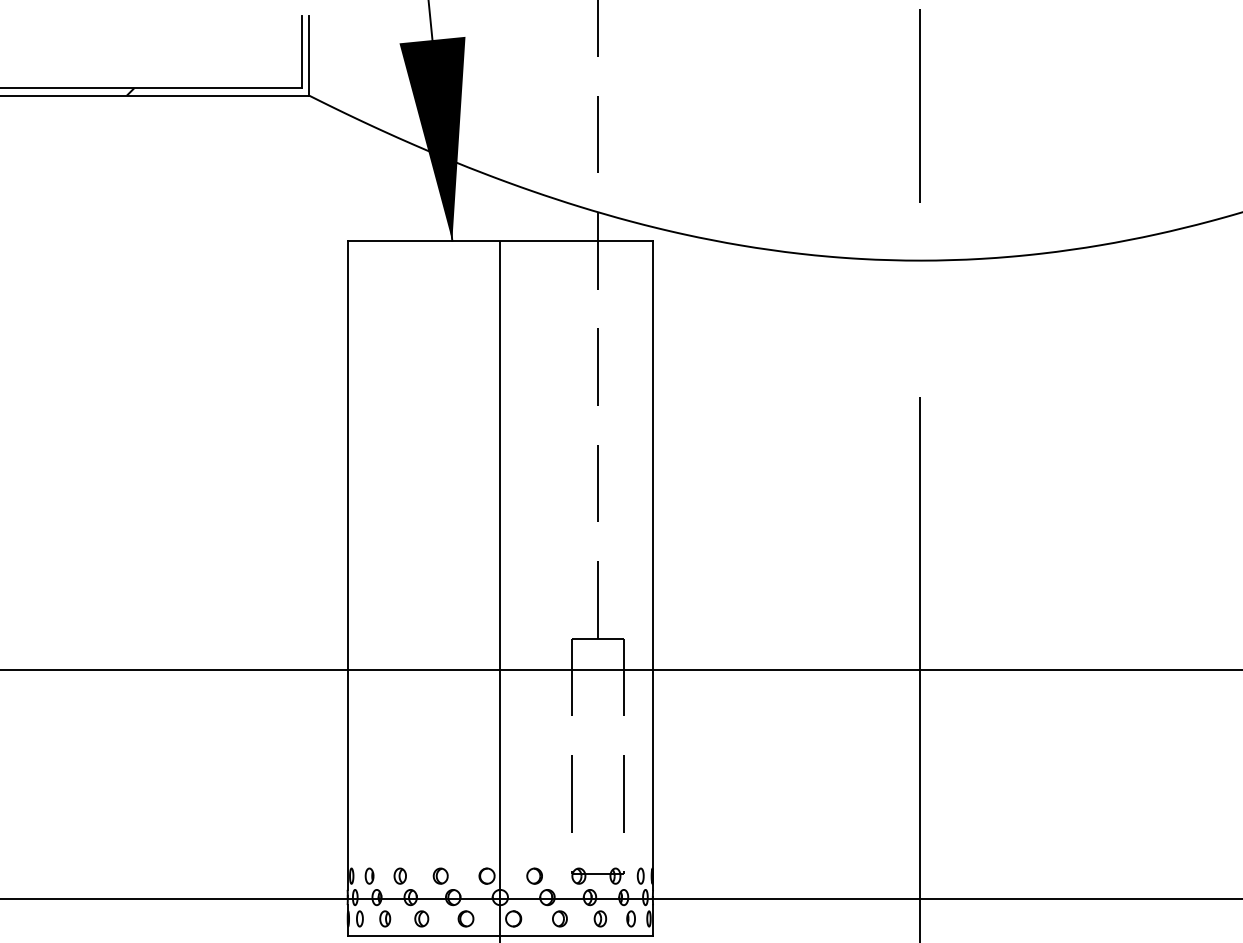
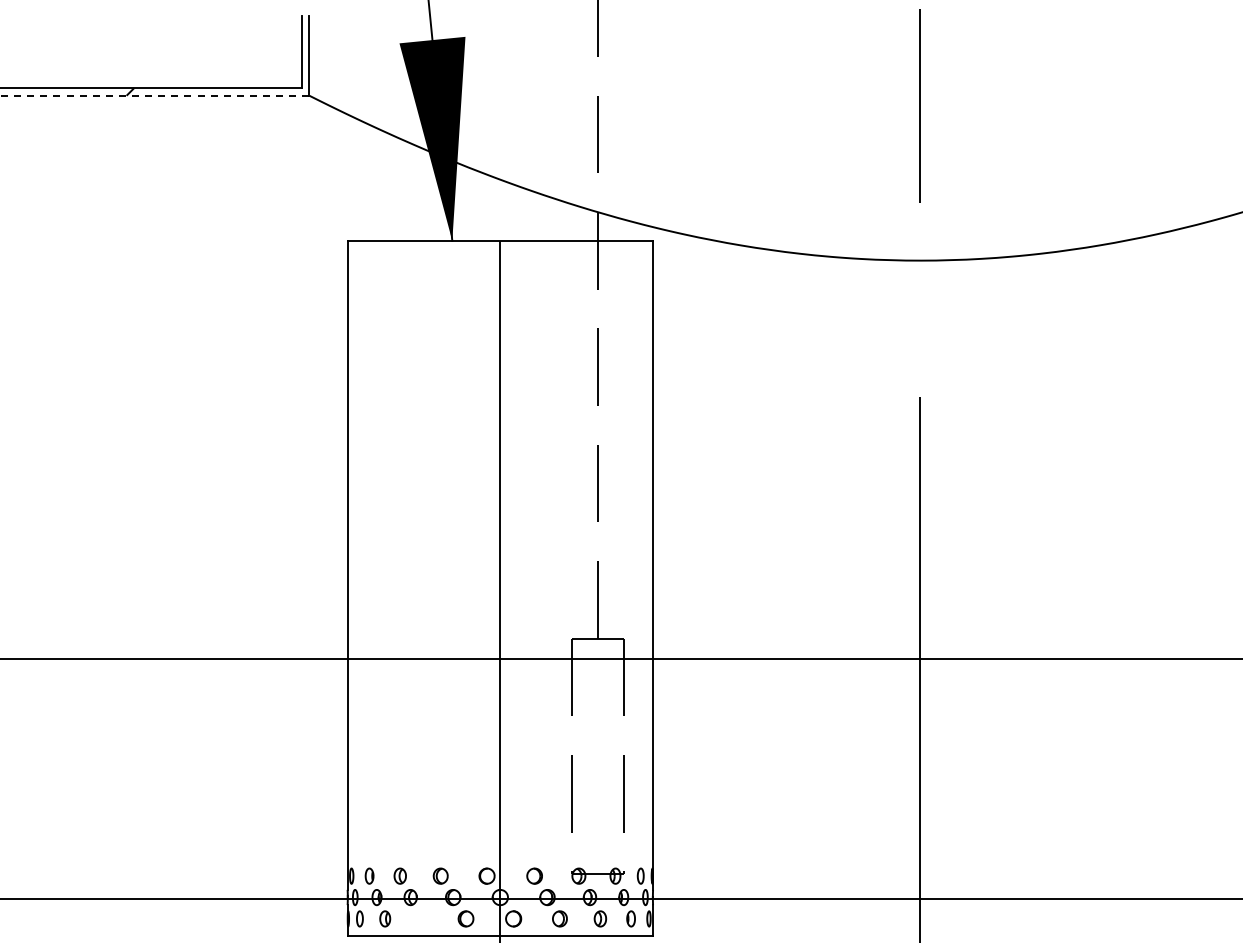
line at (154, 95): solid -> dashed
line at (620, 670) position: (620, 670) -> (620, 659)
part at (421, 918): present -> none
